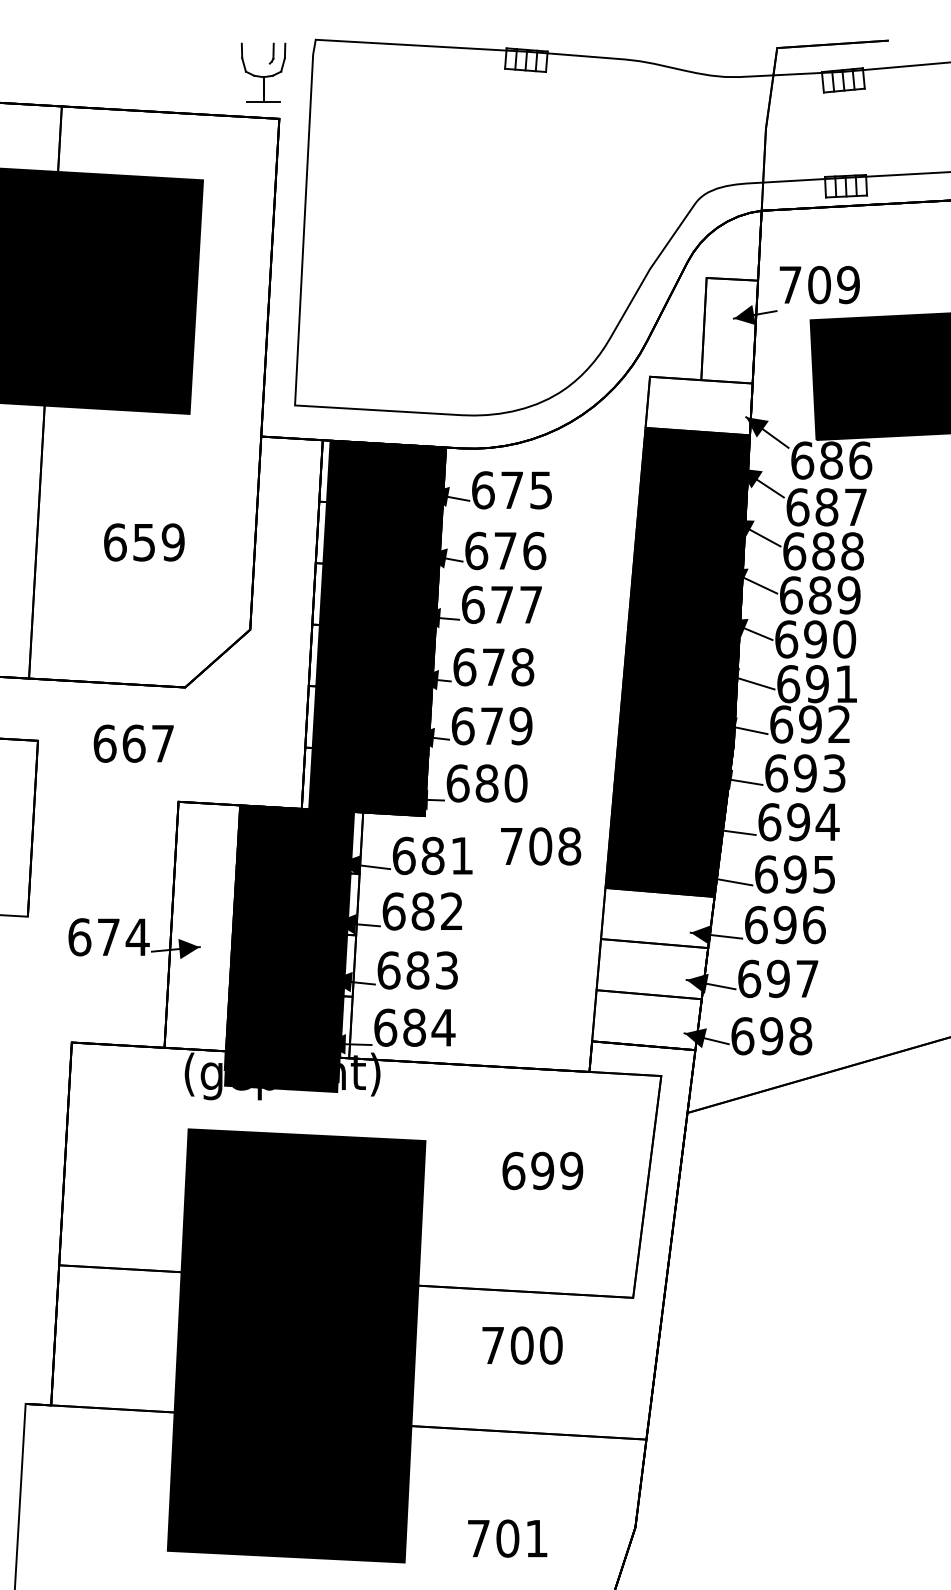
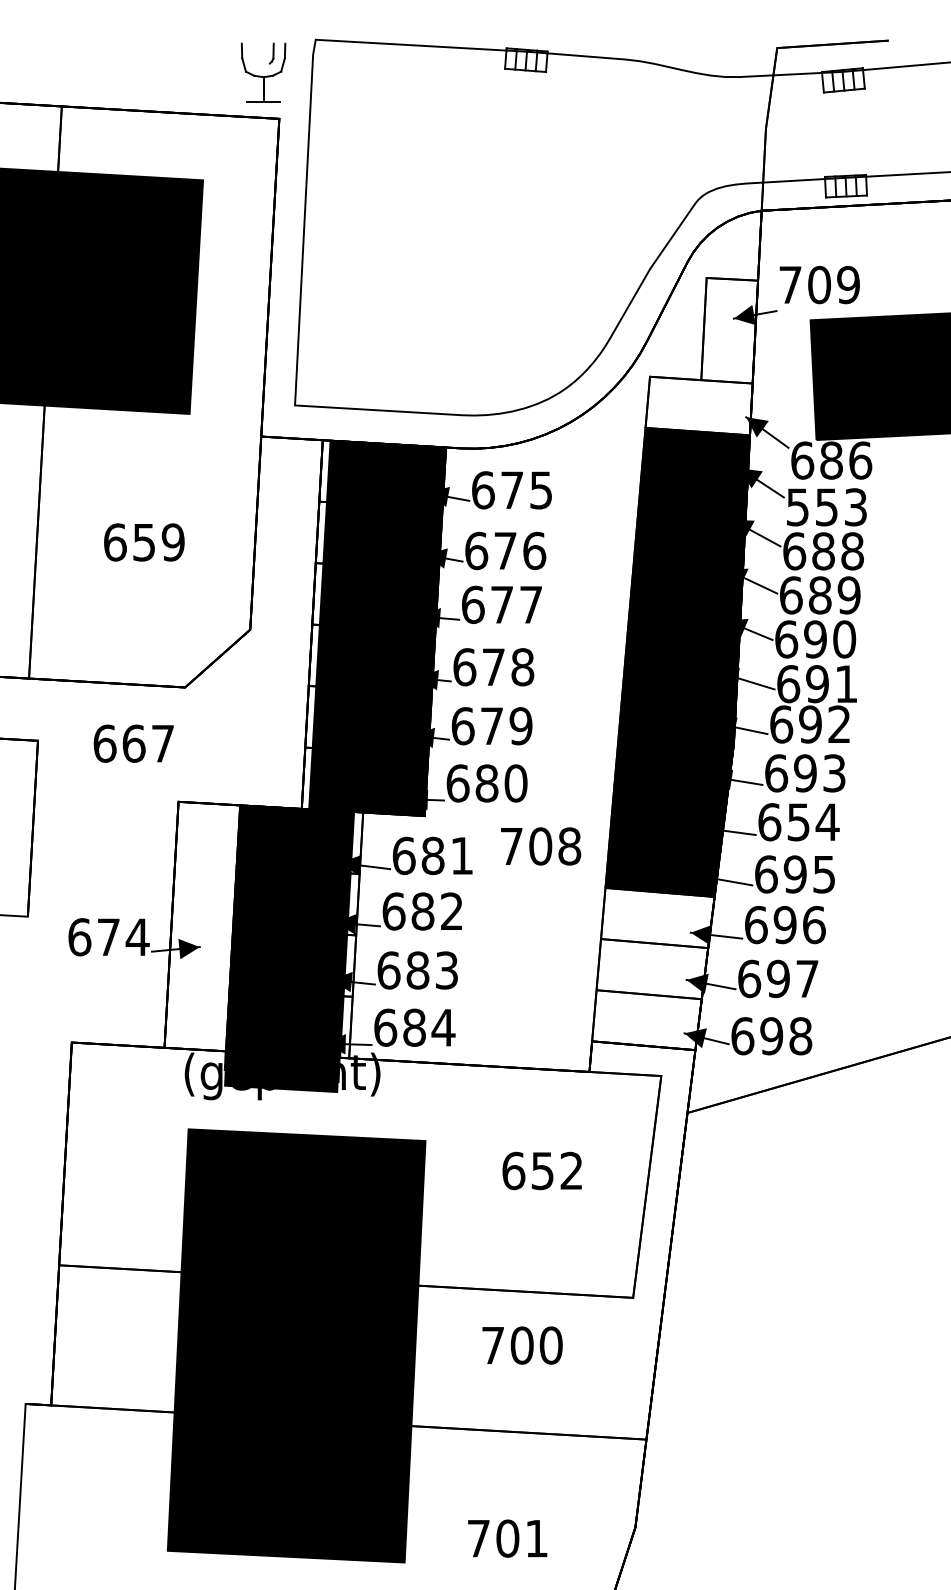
text at (826, 507): 687 -> 553
text at (798, 822): 694 -> 654
text at (557, 1170): 699 -> 652
